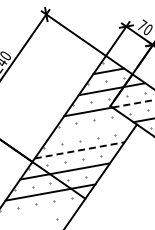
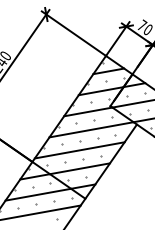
line at (134, 103): dashed -> solid
line at (91, 129): none -> present
line at (79, 150): dashed -> solid
line at (41, 212): none -> present
